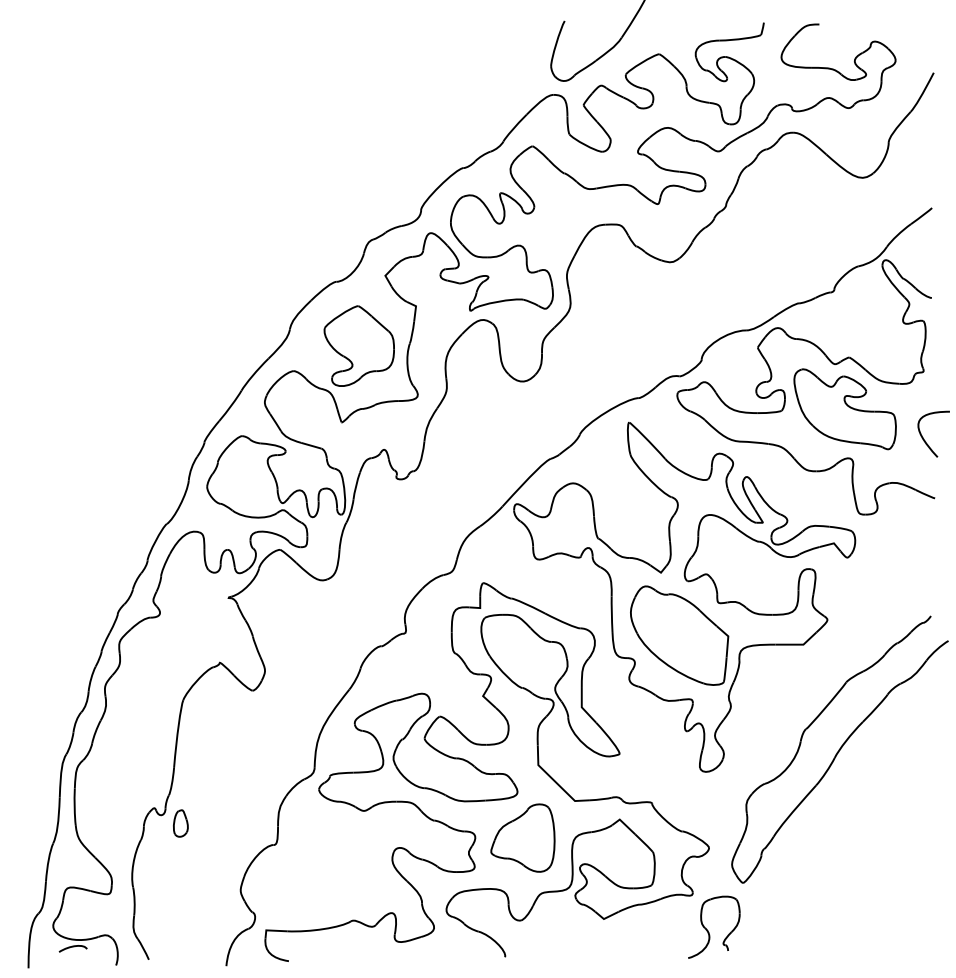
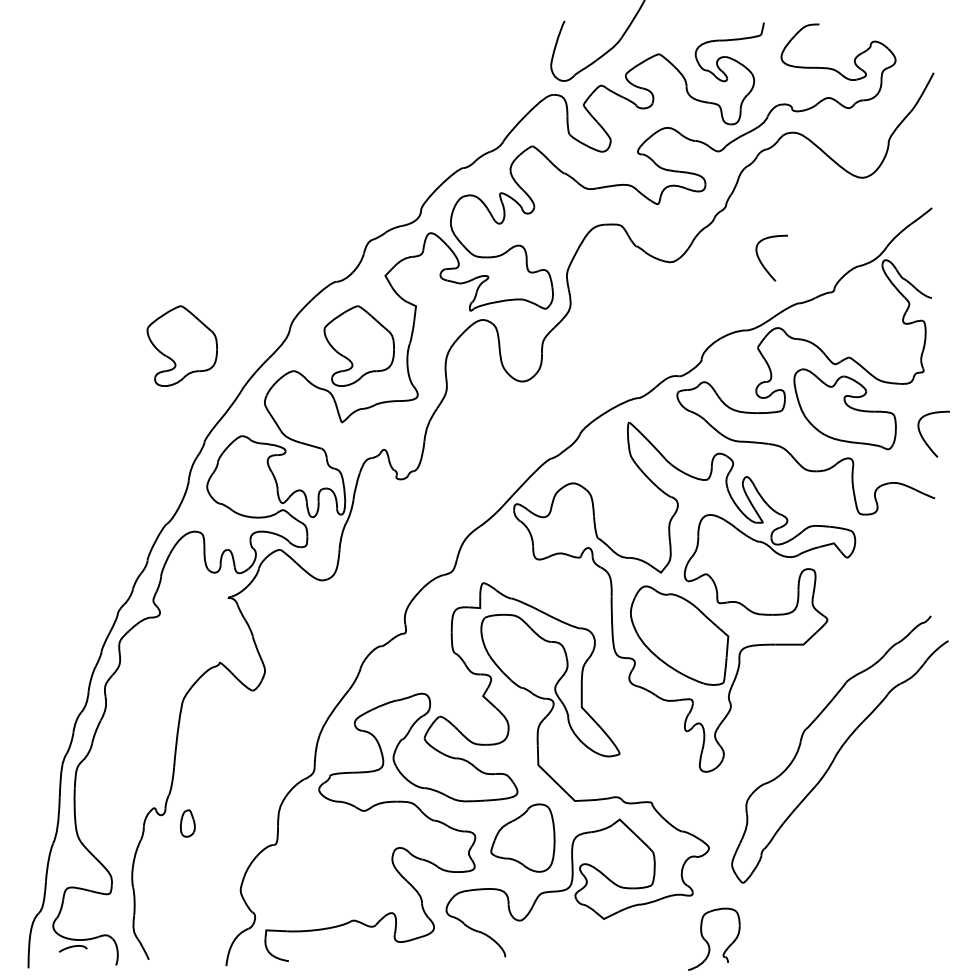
curve at (763, 264): none -> present
part at (181, 345): none -> present
part at (180, 823) position: (180, 823) -> (187, 823)
part at (708, 930) position: (708, 930) -> (708, 942)
